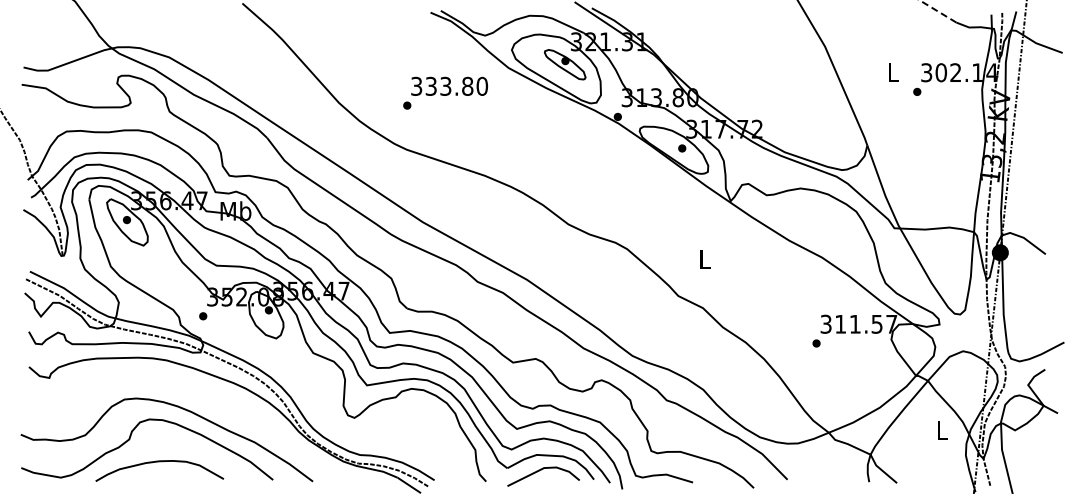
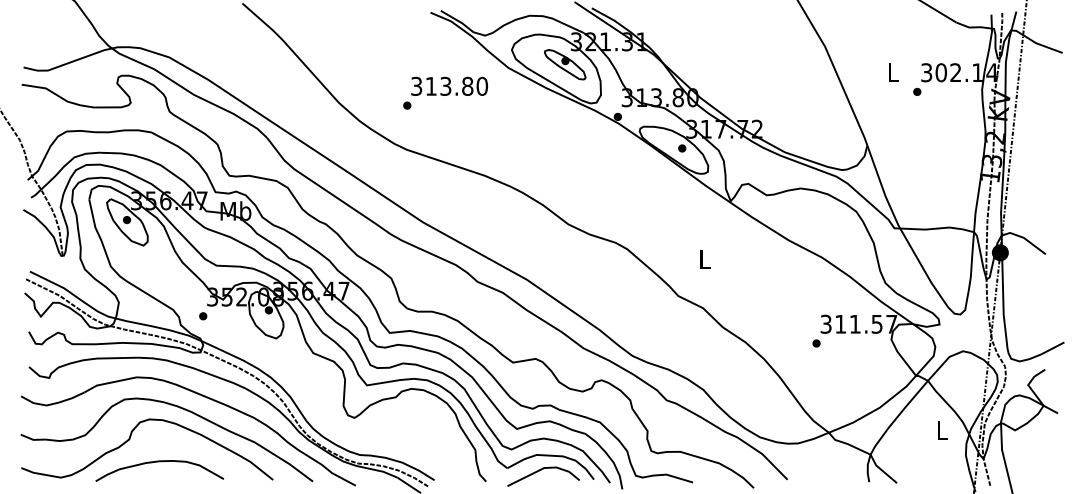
line at (937, 11): dashed -> solid
text at (430, 85): 333.80 -> 313.80
part at (204, 397): none -> present
